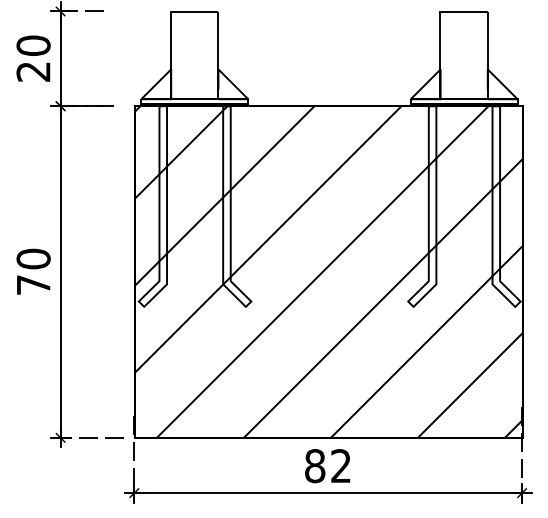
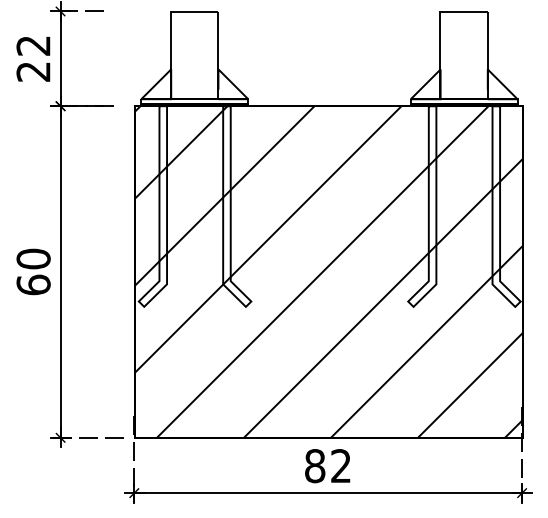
text at (33, 45): 20 -> 22
text at (33, 284): 70 -> 60
